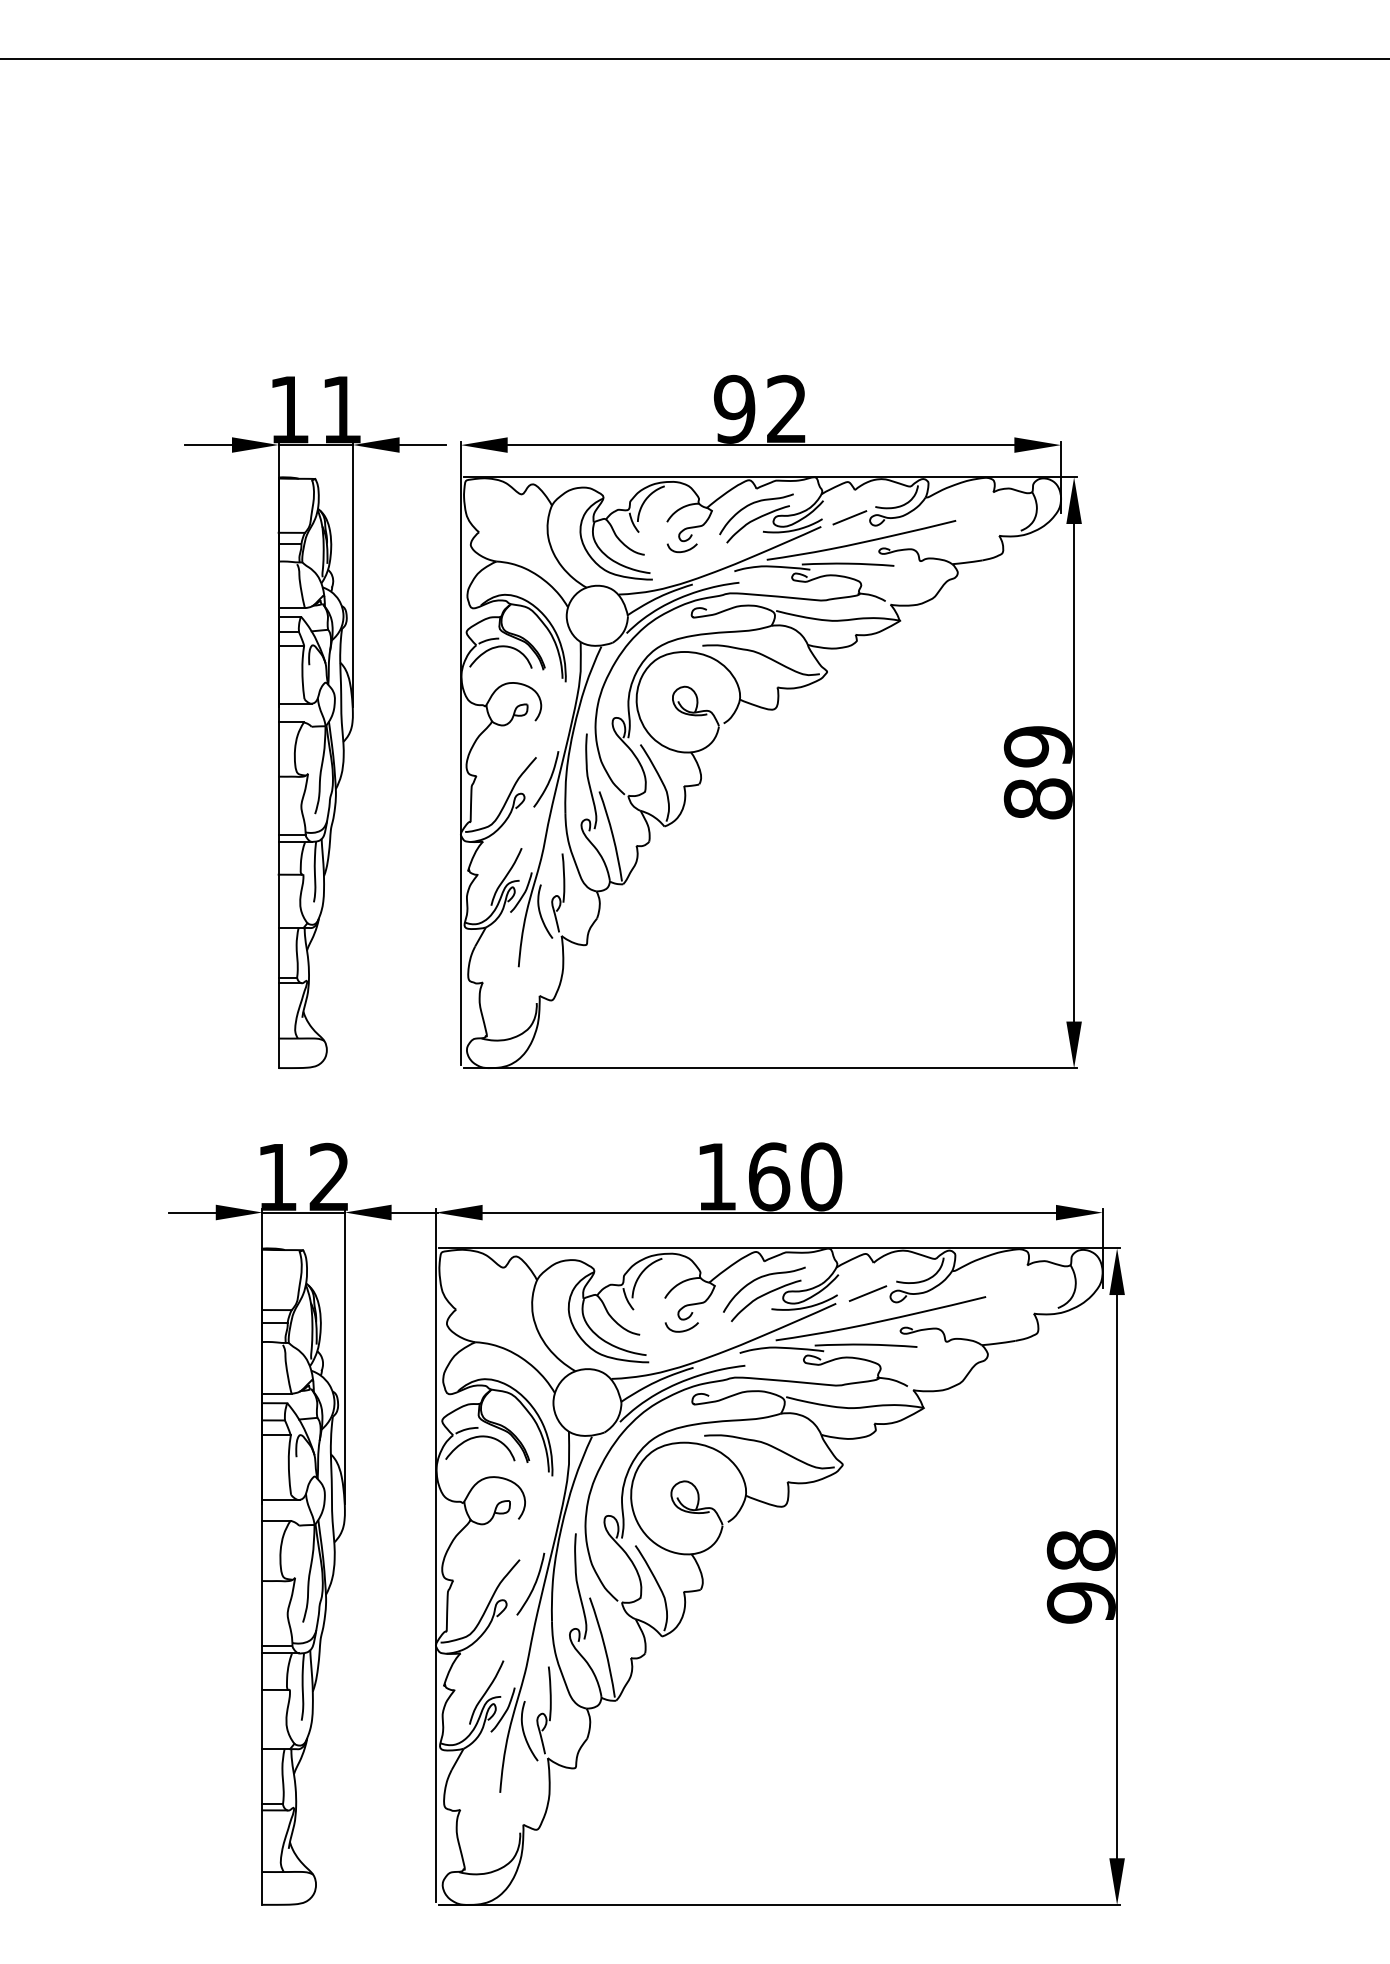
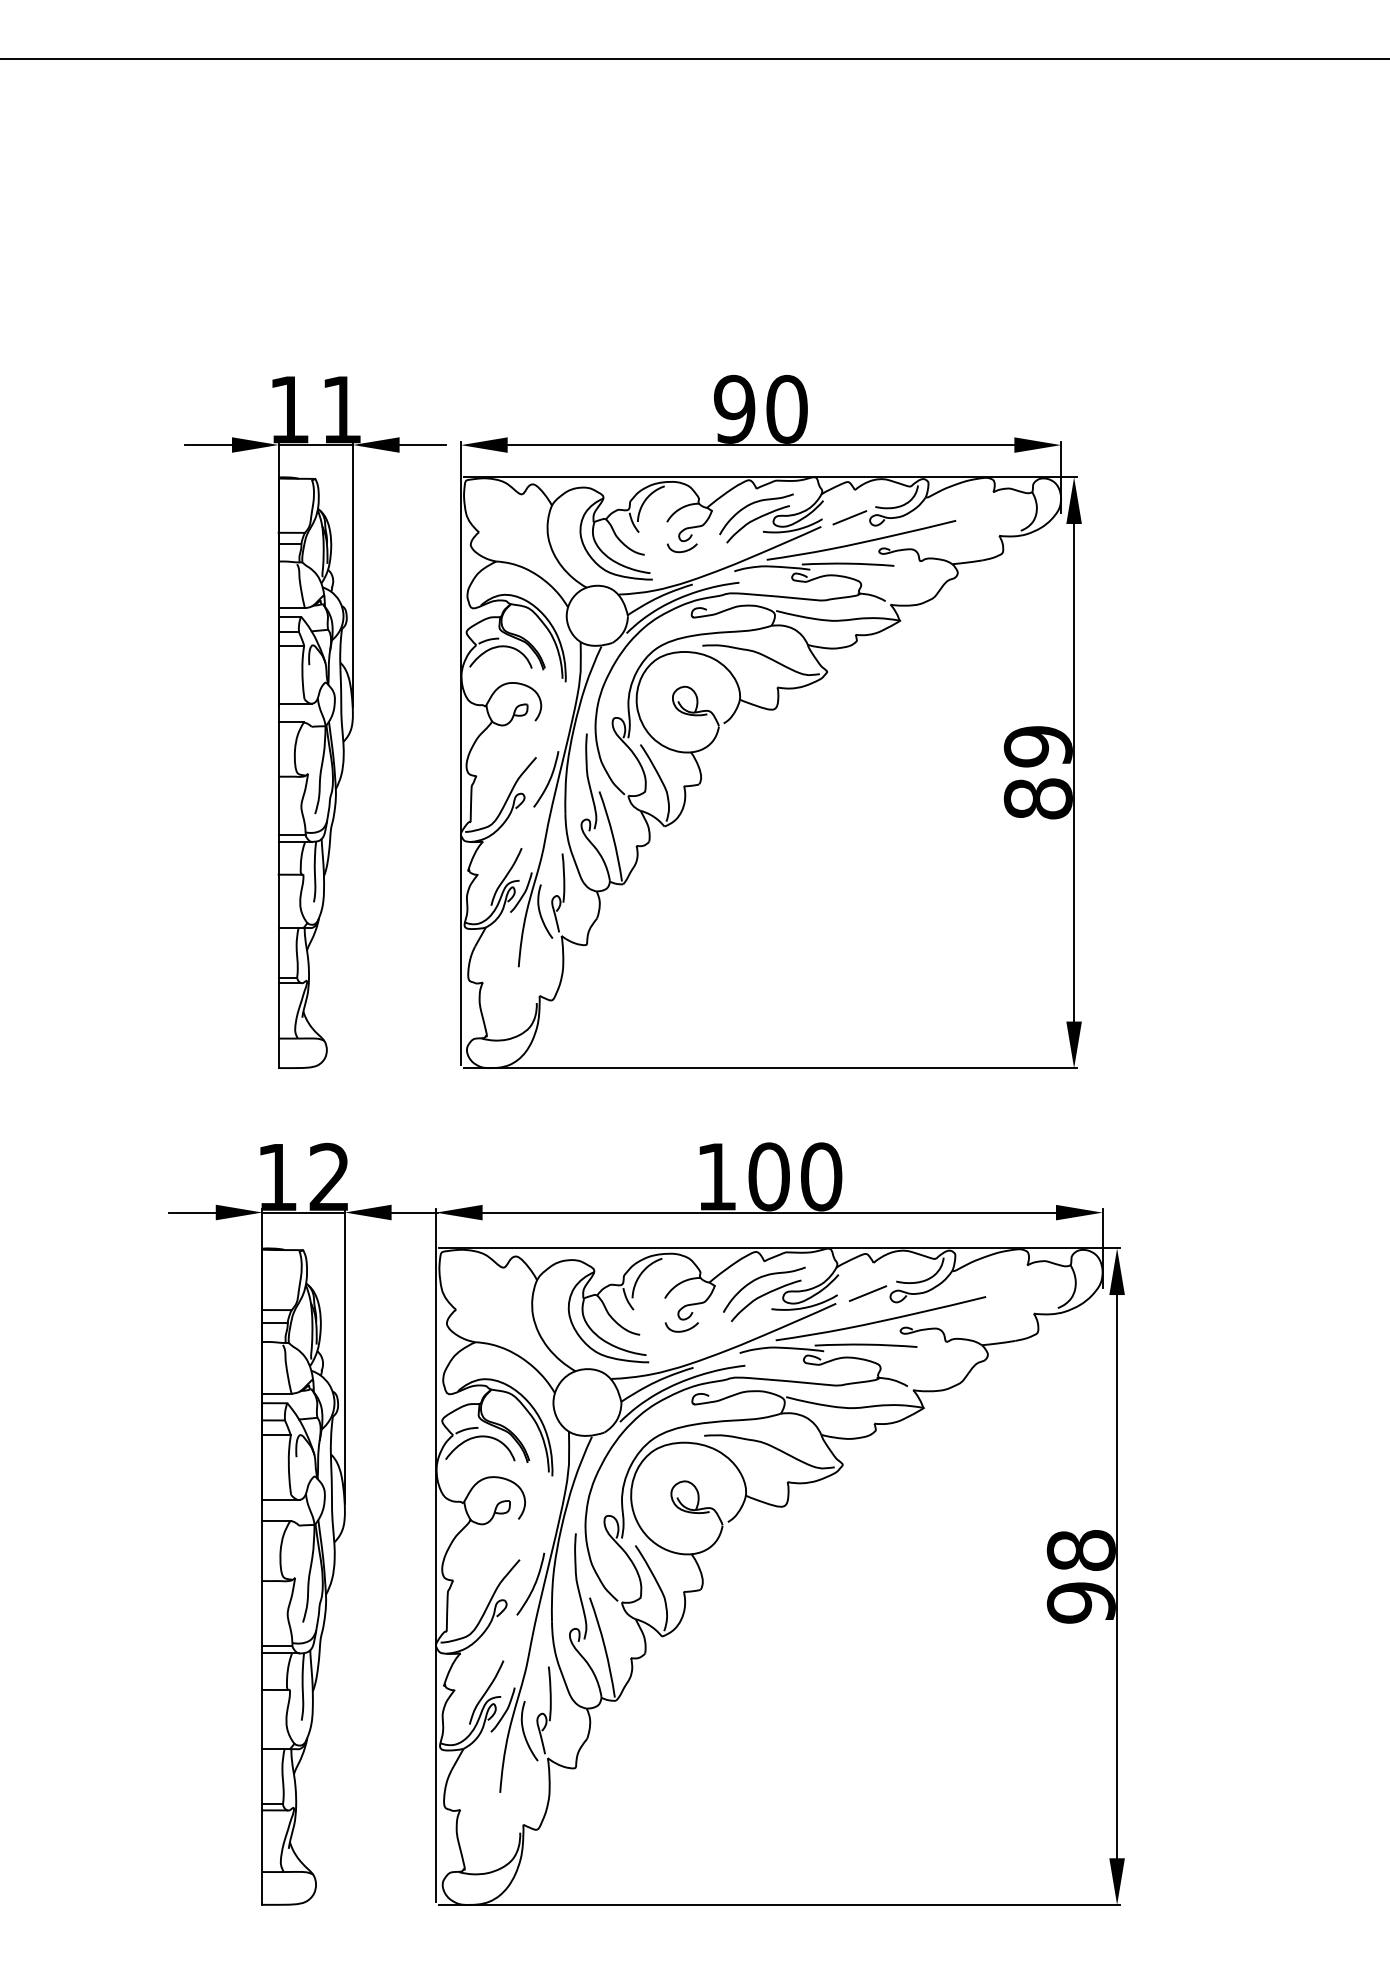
text at (786, 408): 92 -> 90
text at (769, 1176): 160 -> 100
